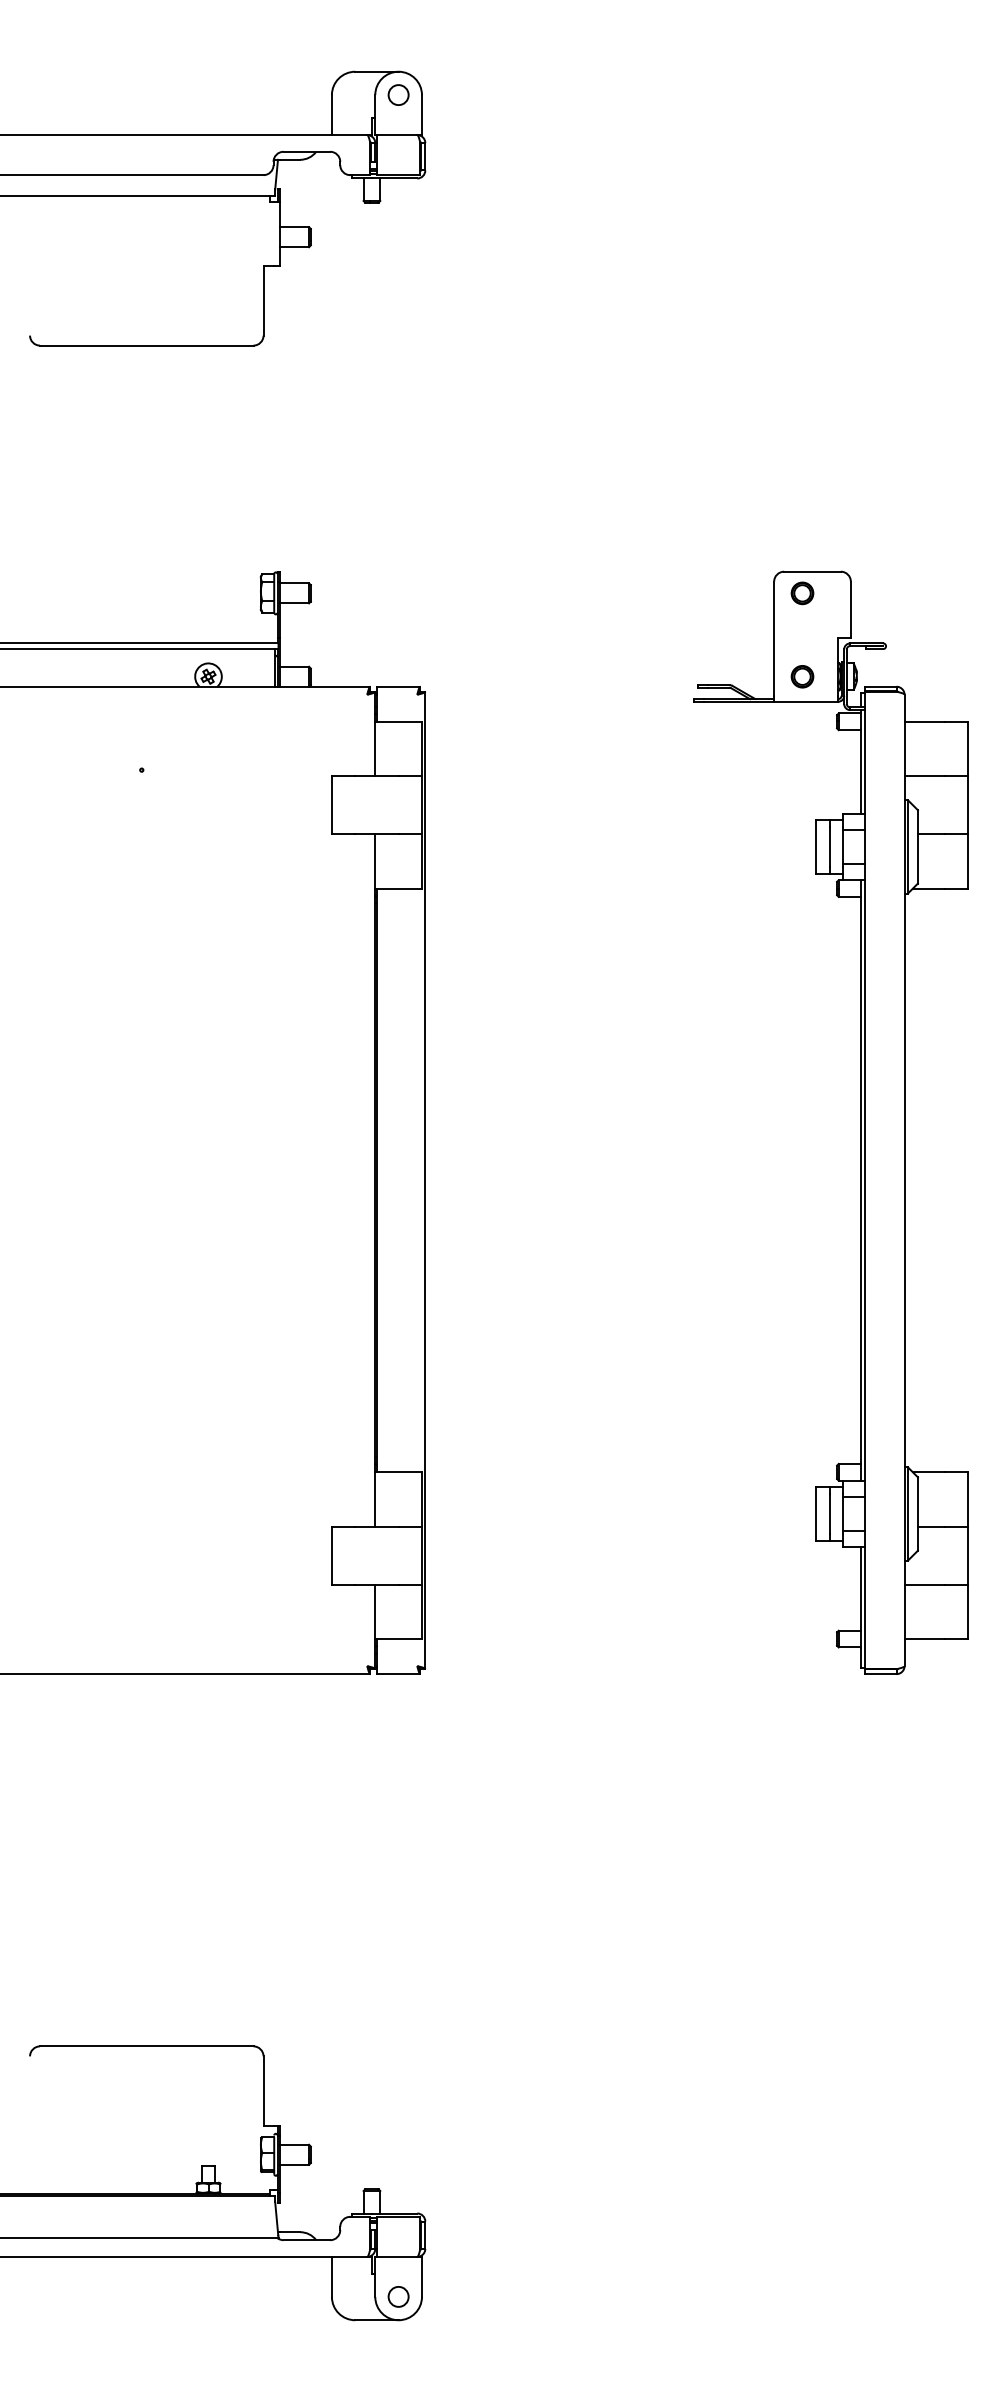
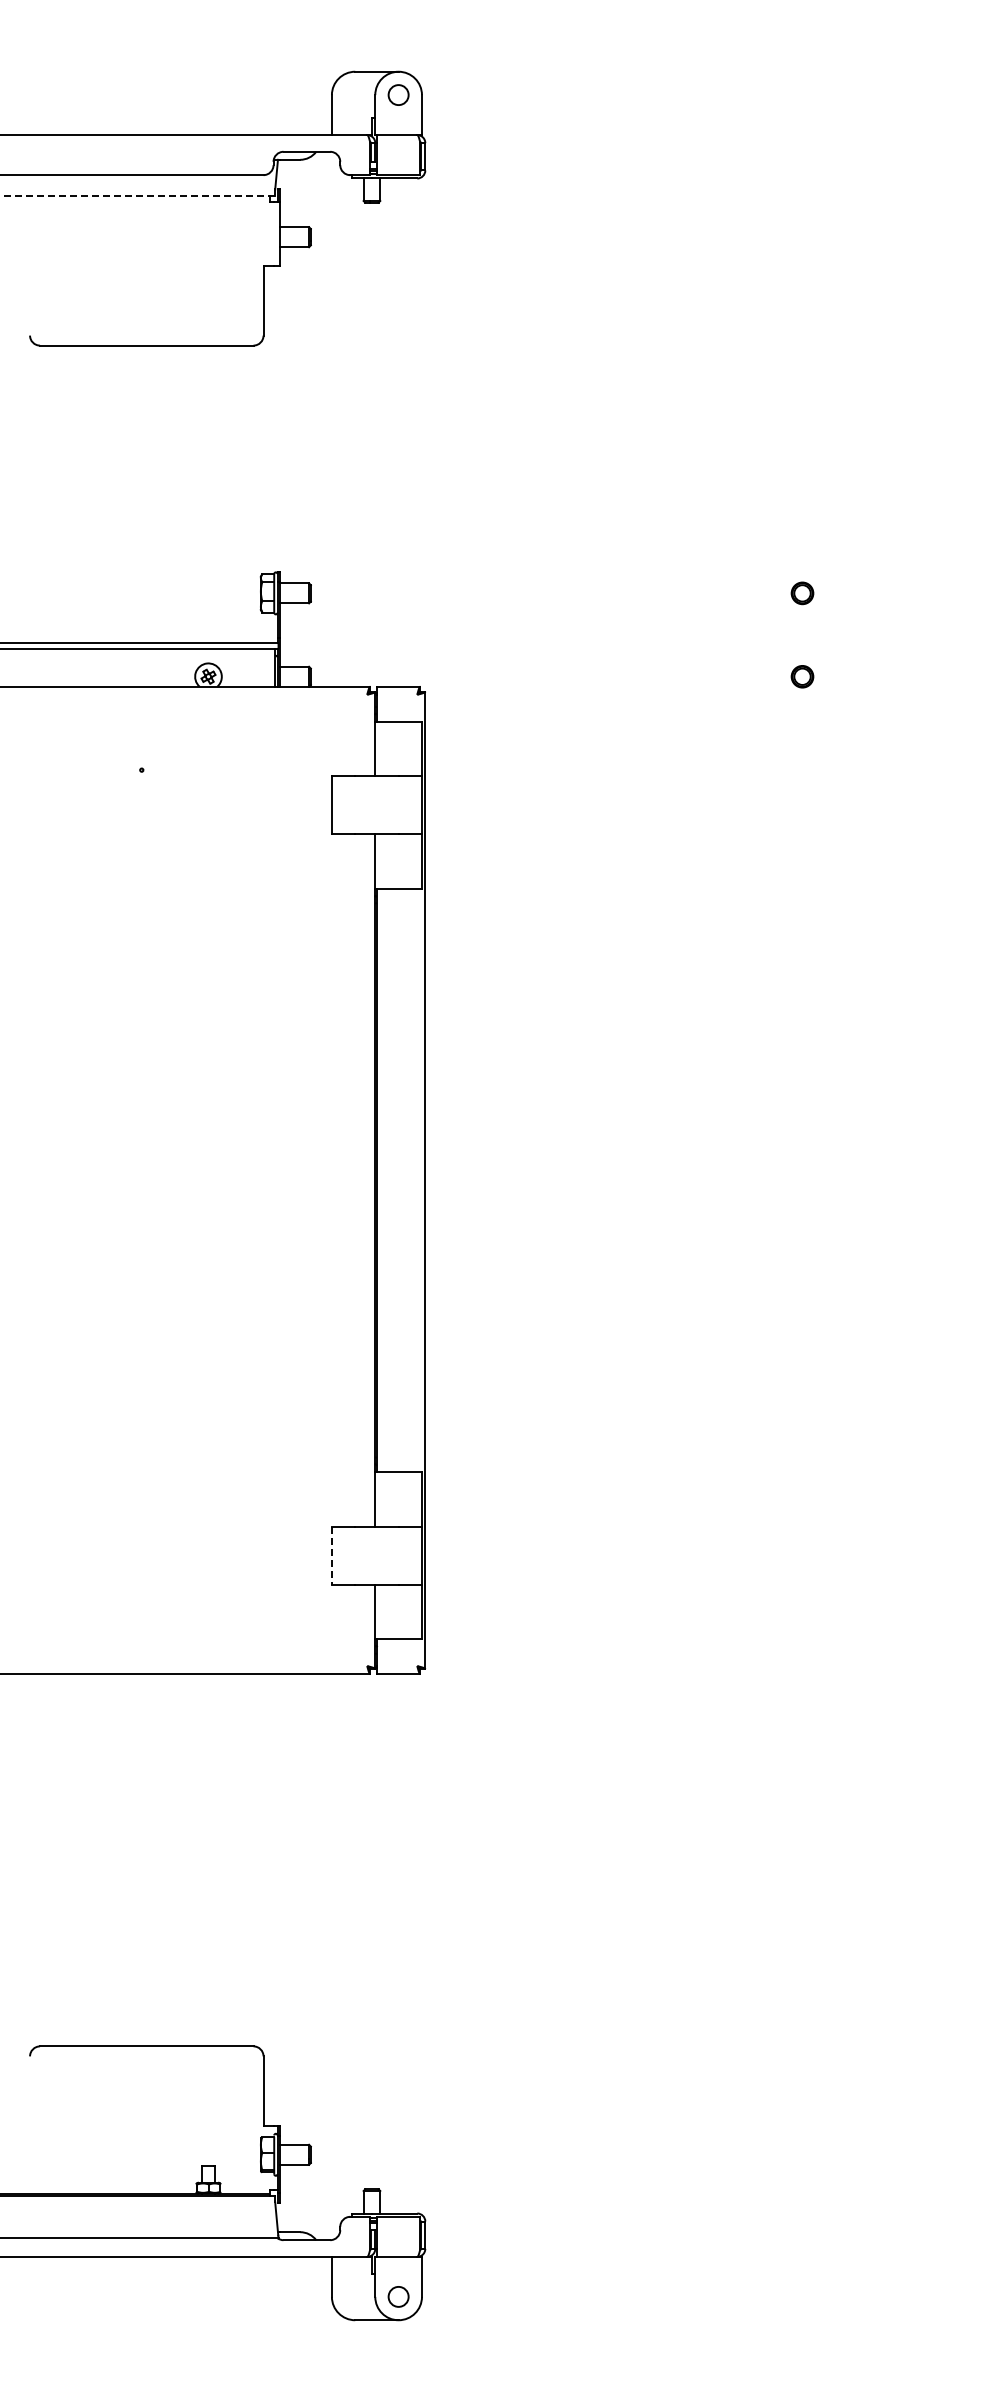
line at (137, 195): solid -> dashed
part at (860, 1122): present -> none
line at (331, 1556): solid -> dashed
